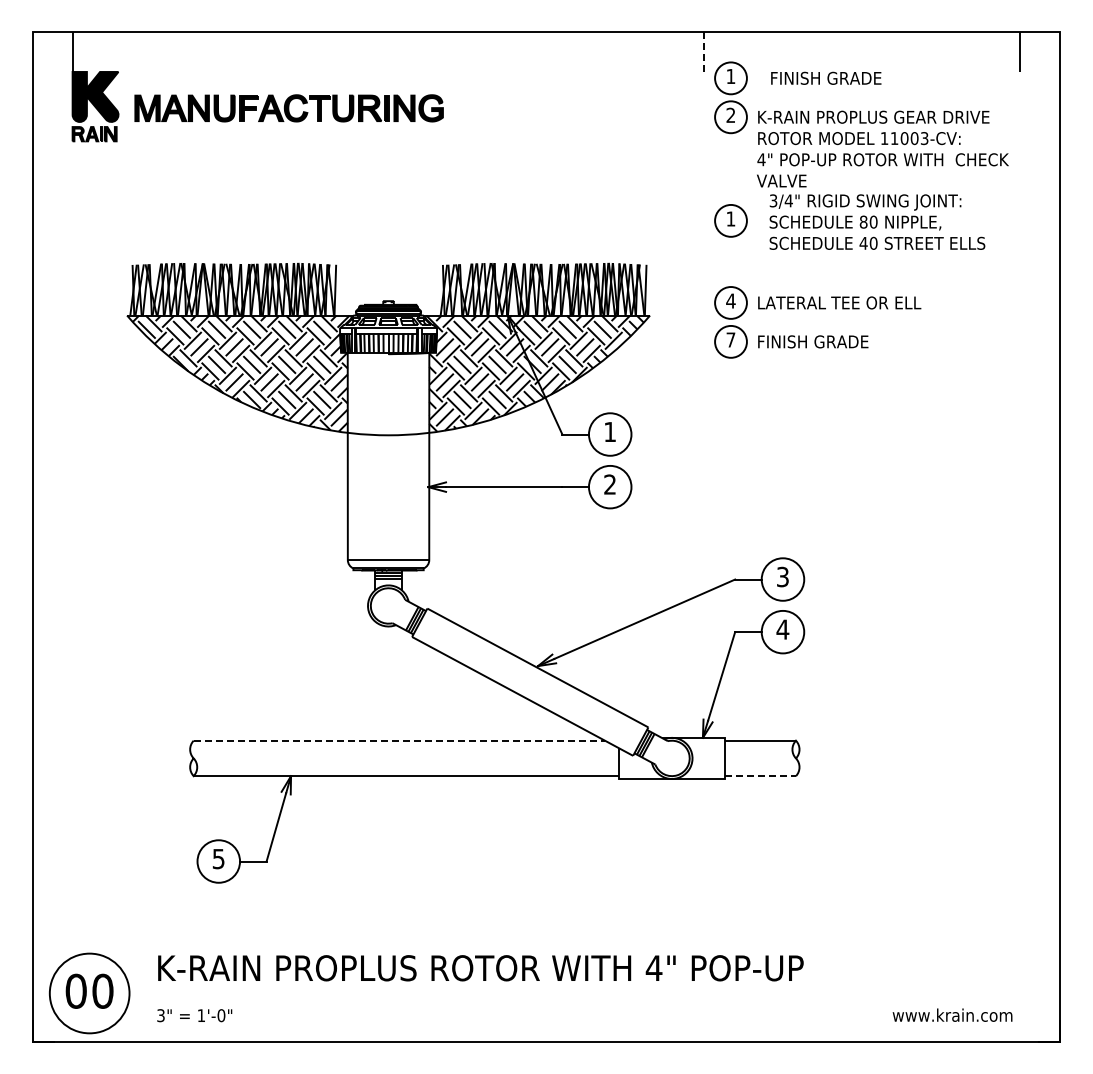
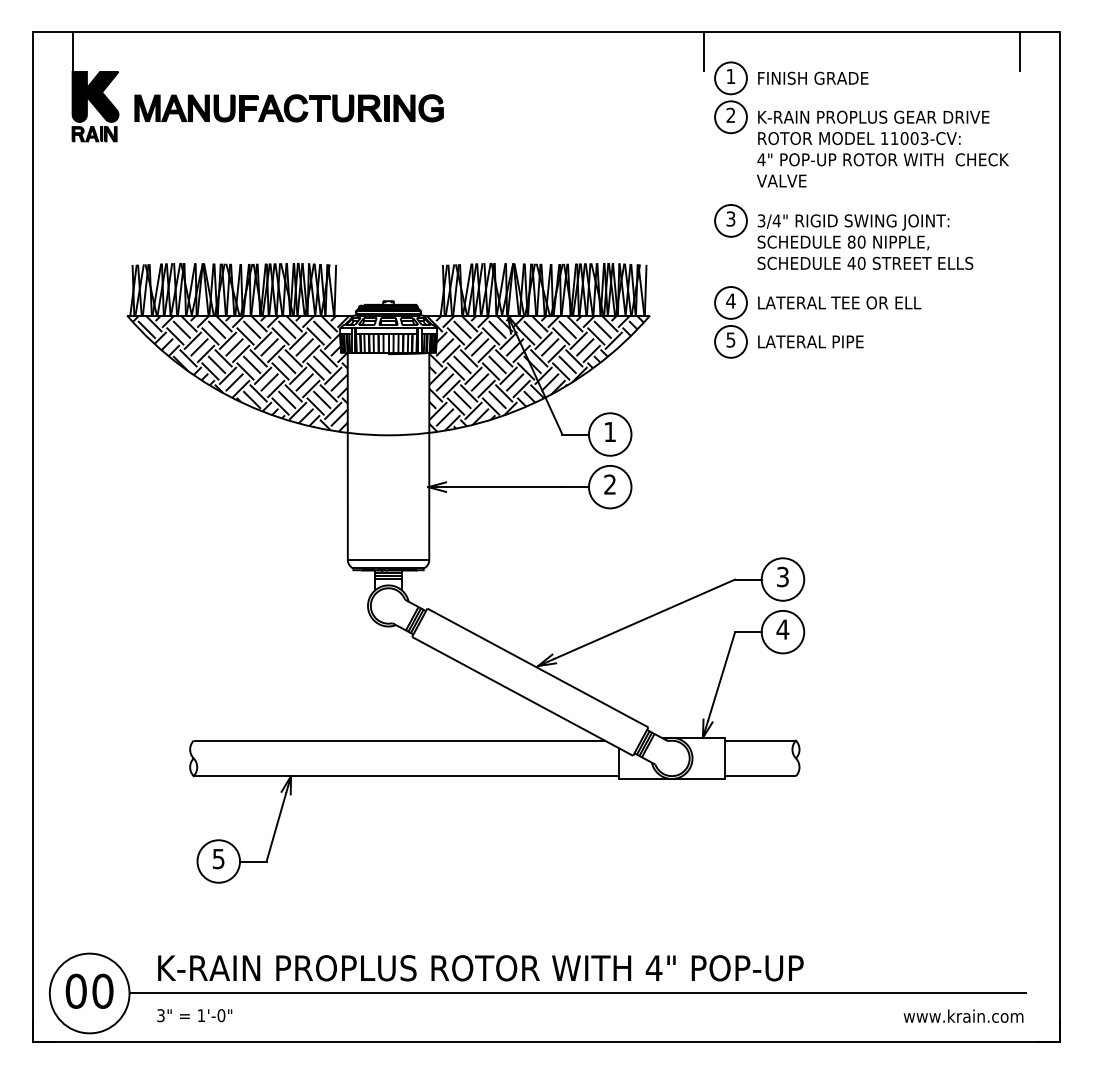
line at (704, 52): dashed -> solid
text at (826, 77) position: (826, 77) -> (813, 77)
text at (730, 218): 1 -> 3
text at (877, 221) position: (877, 221) -> (865, 241)
text at (730, 339): 7 -> 5
text at (813, 341): FINISH GRADE -> LATERAL PIPE
line at (399, 740): dashed -> solid
line at (761, 776): dashed -> solid
line at (577, 993): none -> present
text at (952, 1014) position: (952, 1014) -> (963, 1015)
